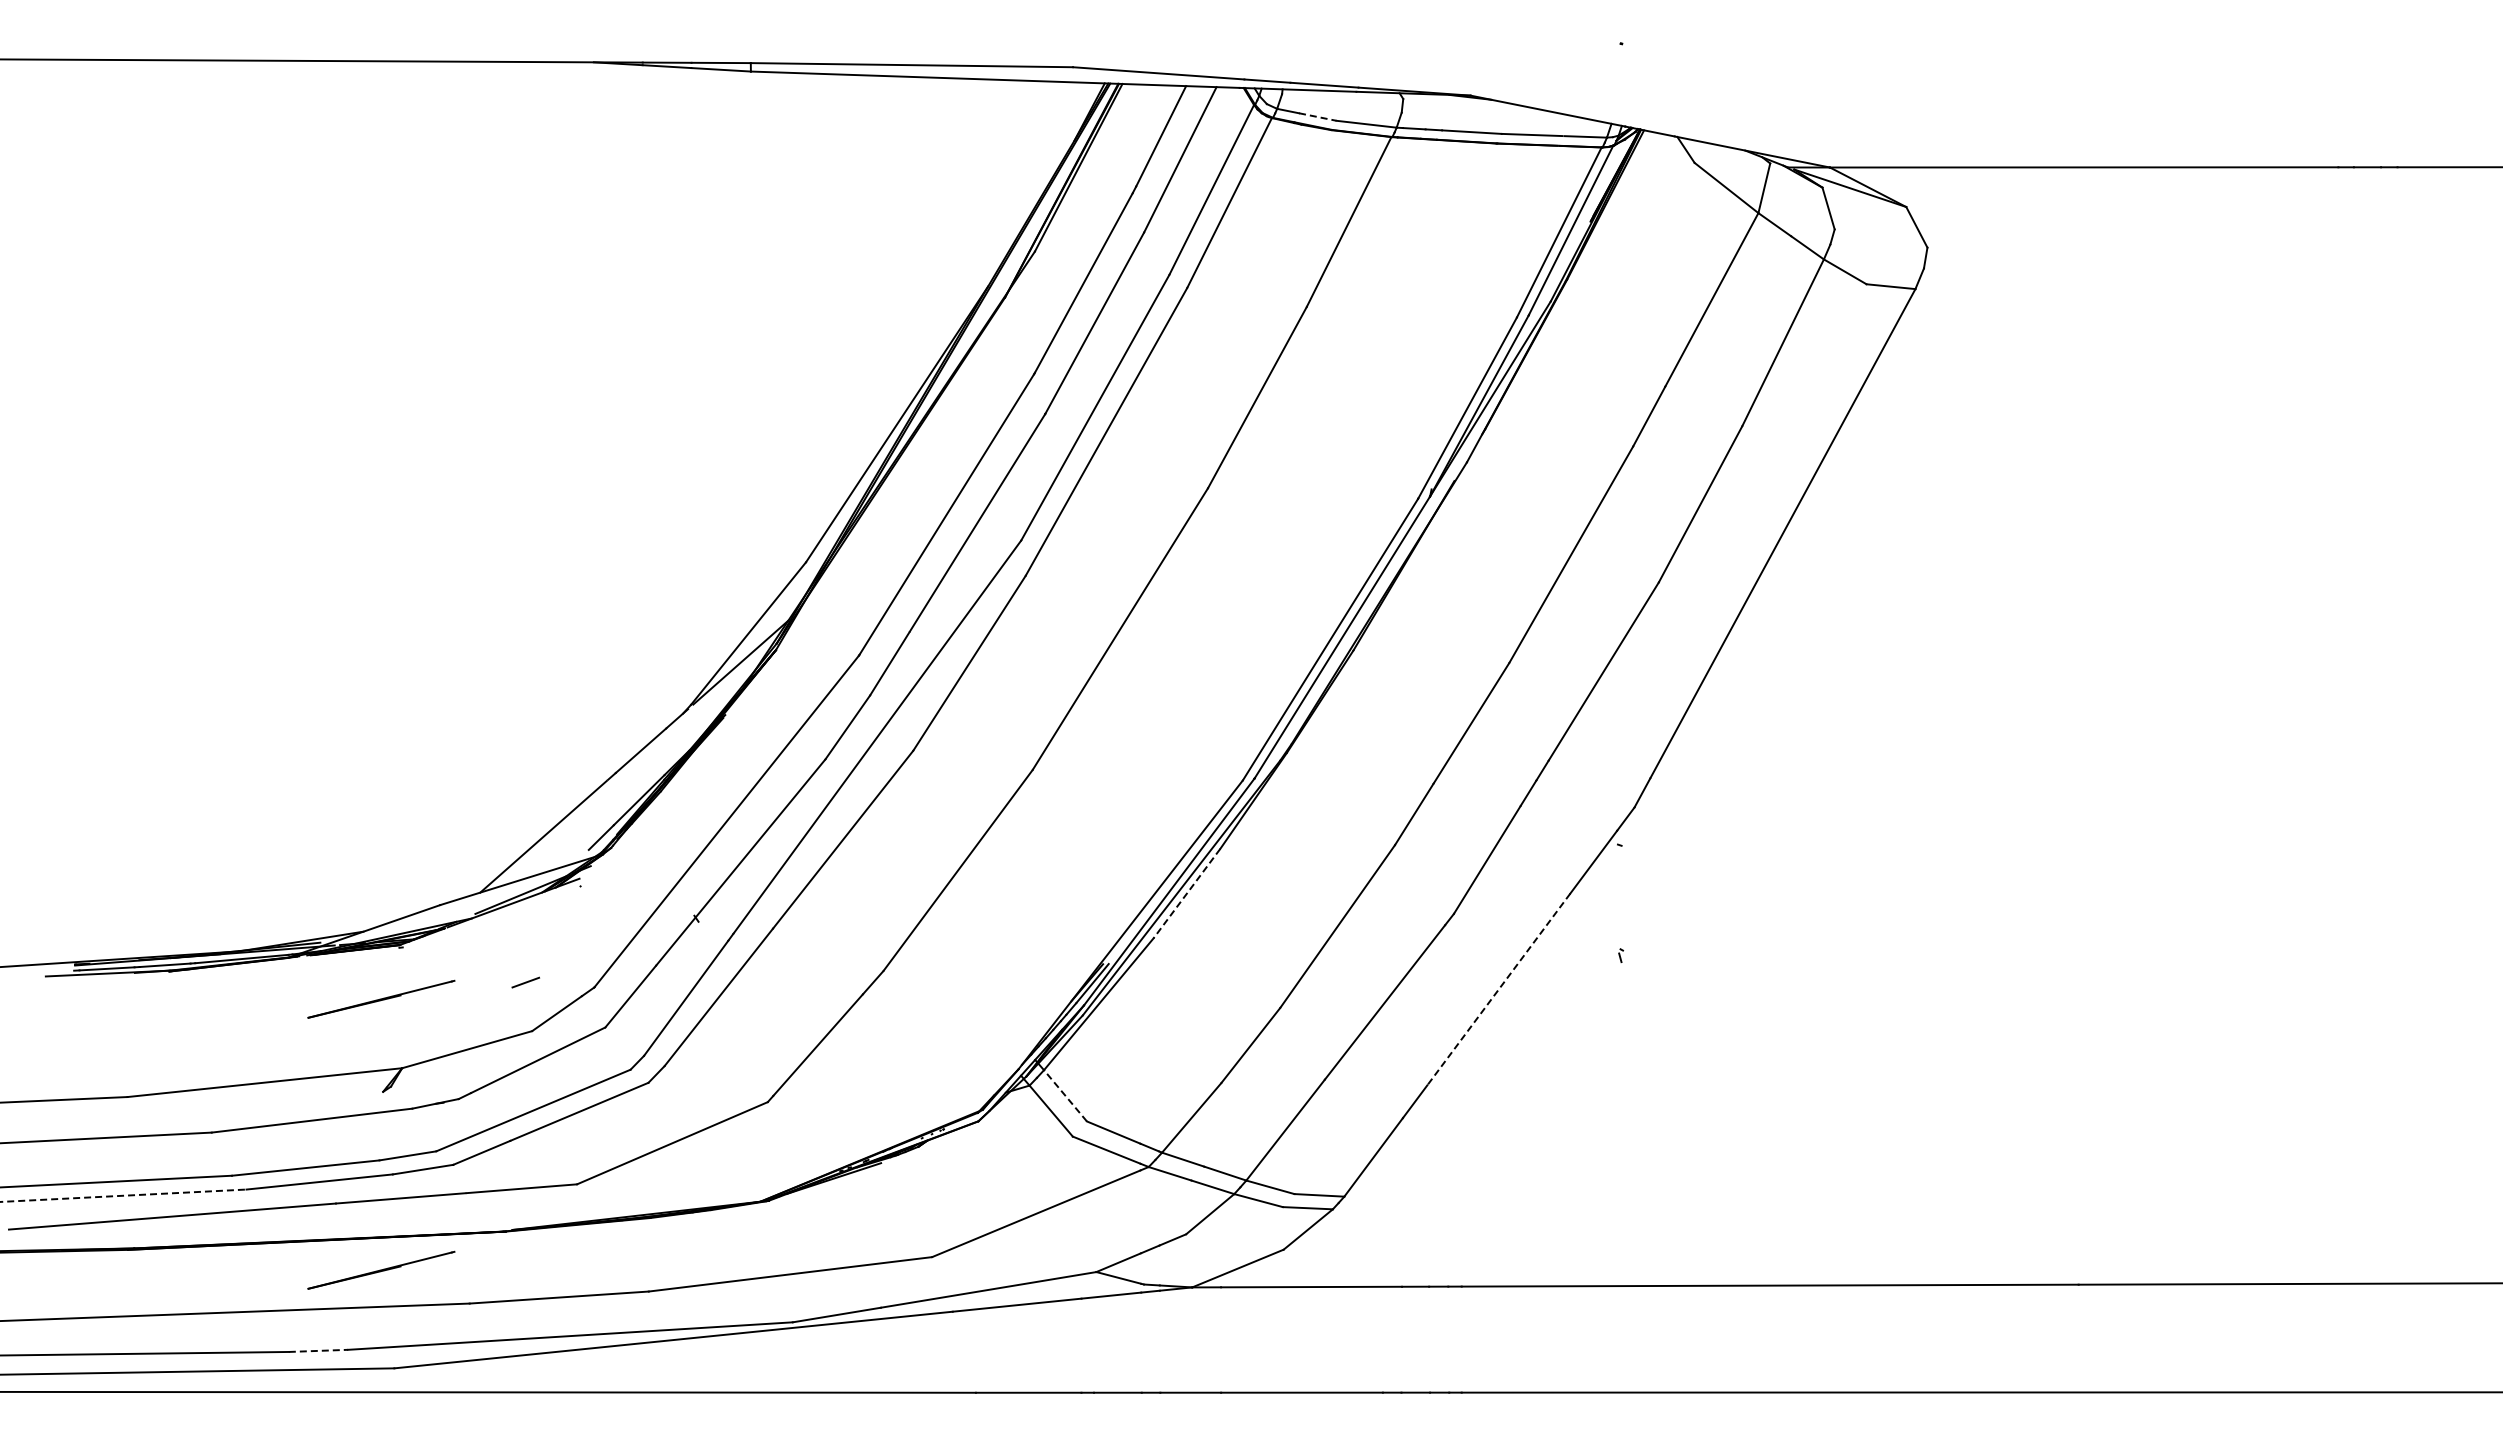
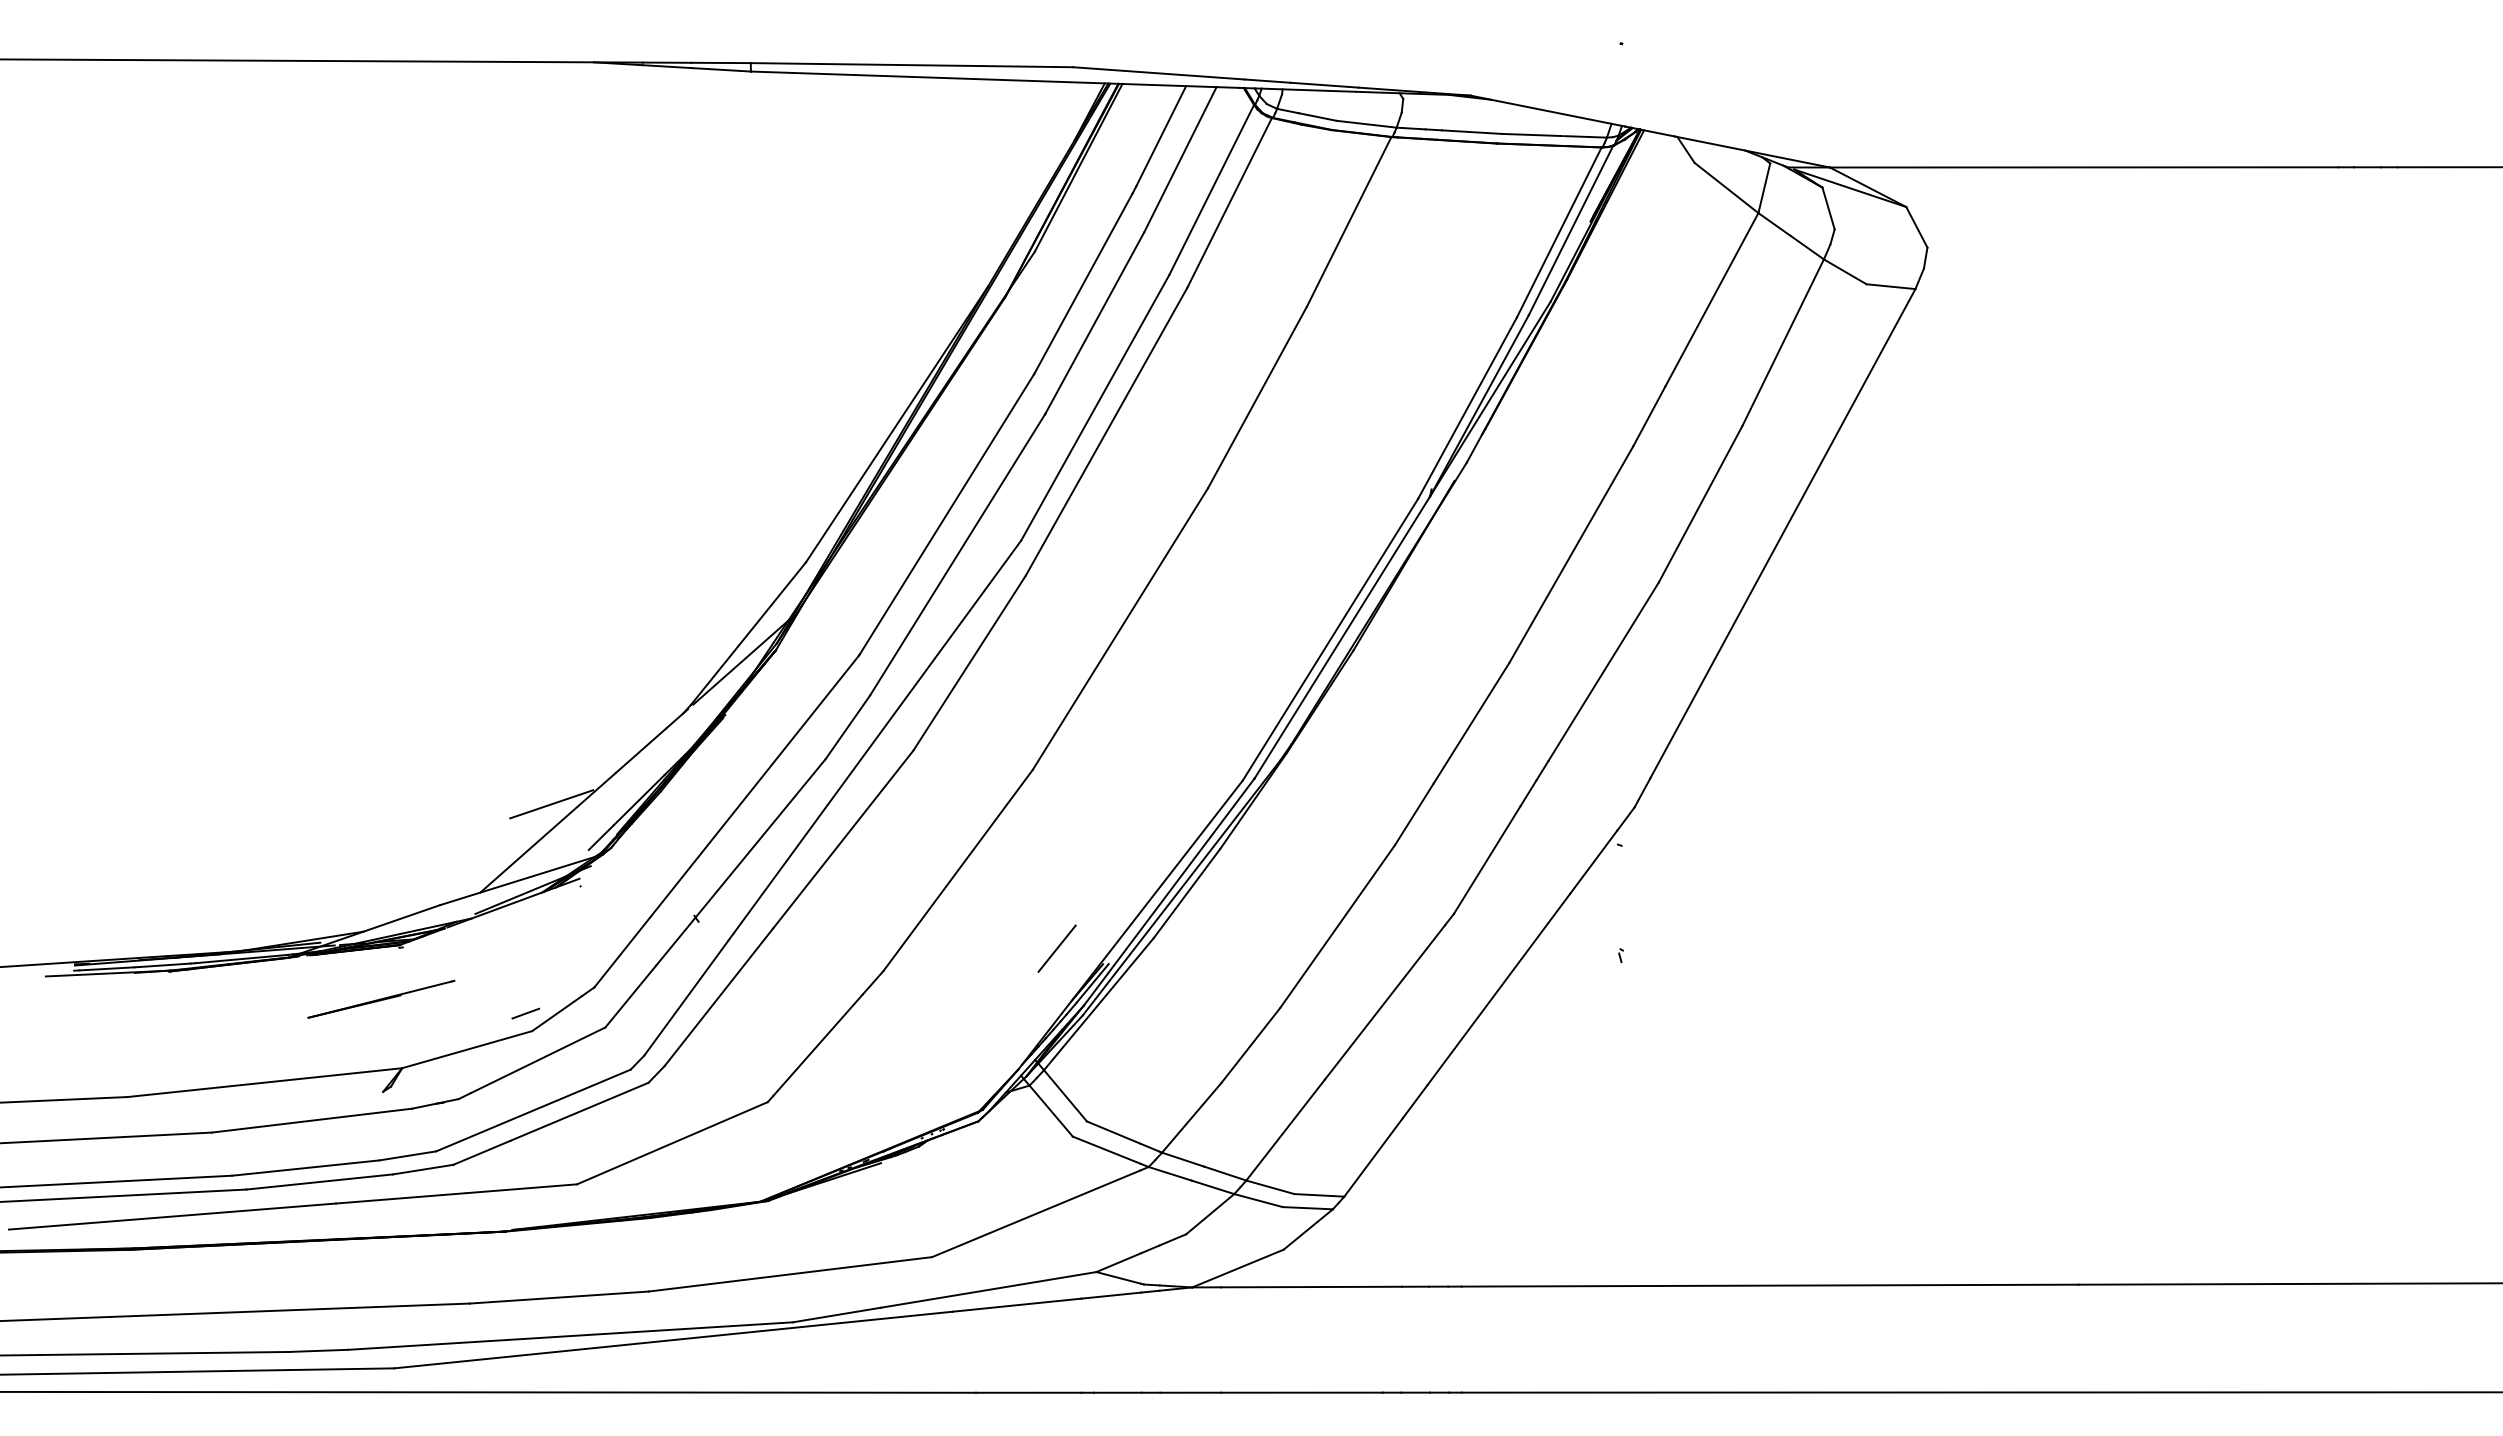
line at (1318, 117): dashed -> solid
line at (551, 804): none -> present
line at (1186, 893): dashed -> solid
line at (1056, 948): none -> present
line at (525, 982) position: (525, 982) -> (525, 1013)
line at (1498, 989): dashed -> solid
line at (1065, 1095): dashed -> solid
line at (123, 1195): dashed -> solid
line at (381, 1269): present -> none
line at (318, 1350): dashed -> solid
